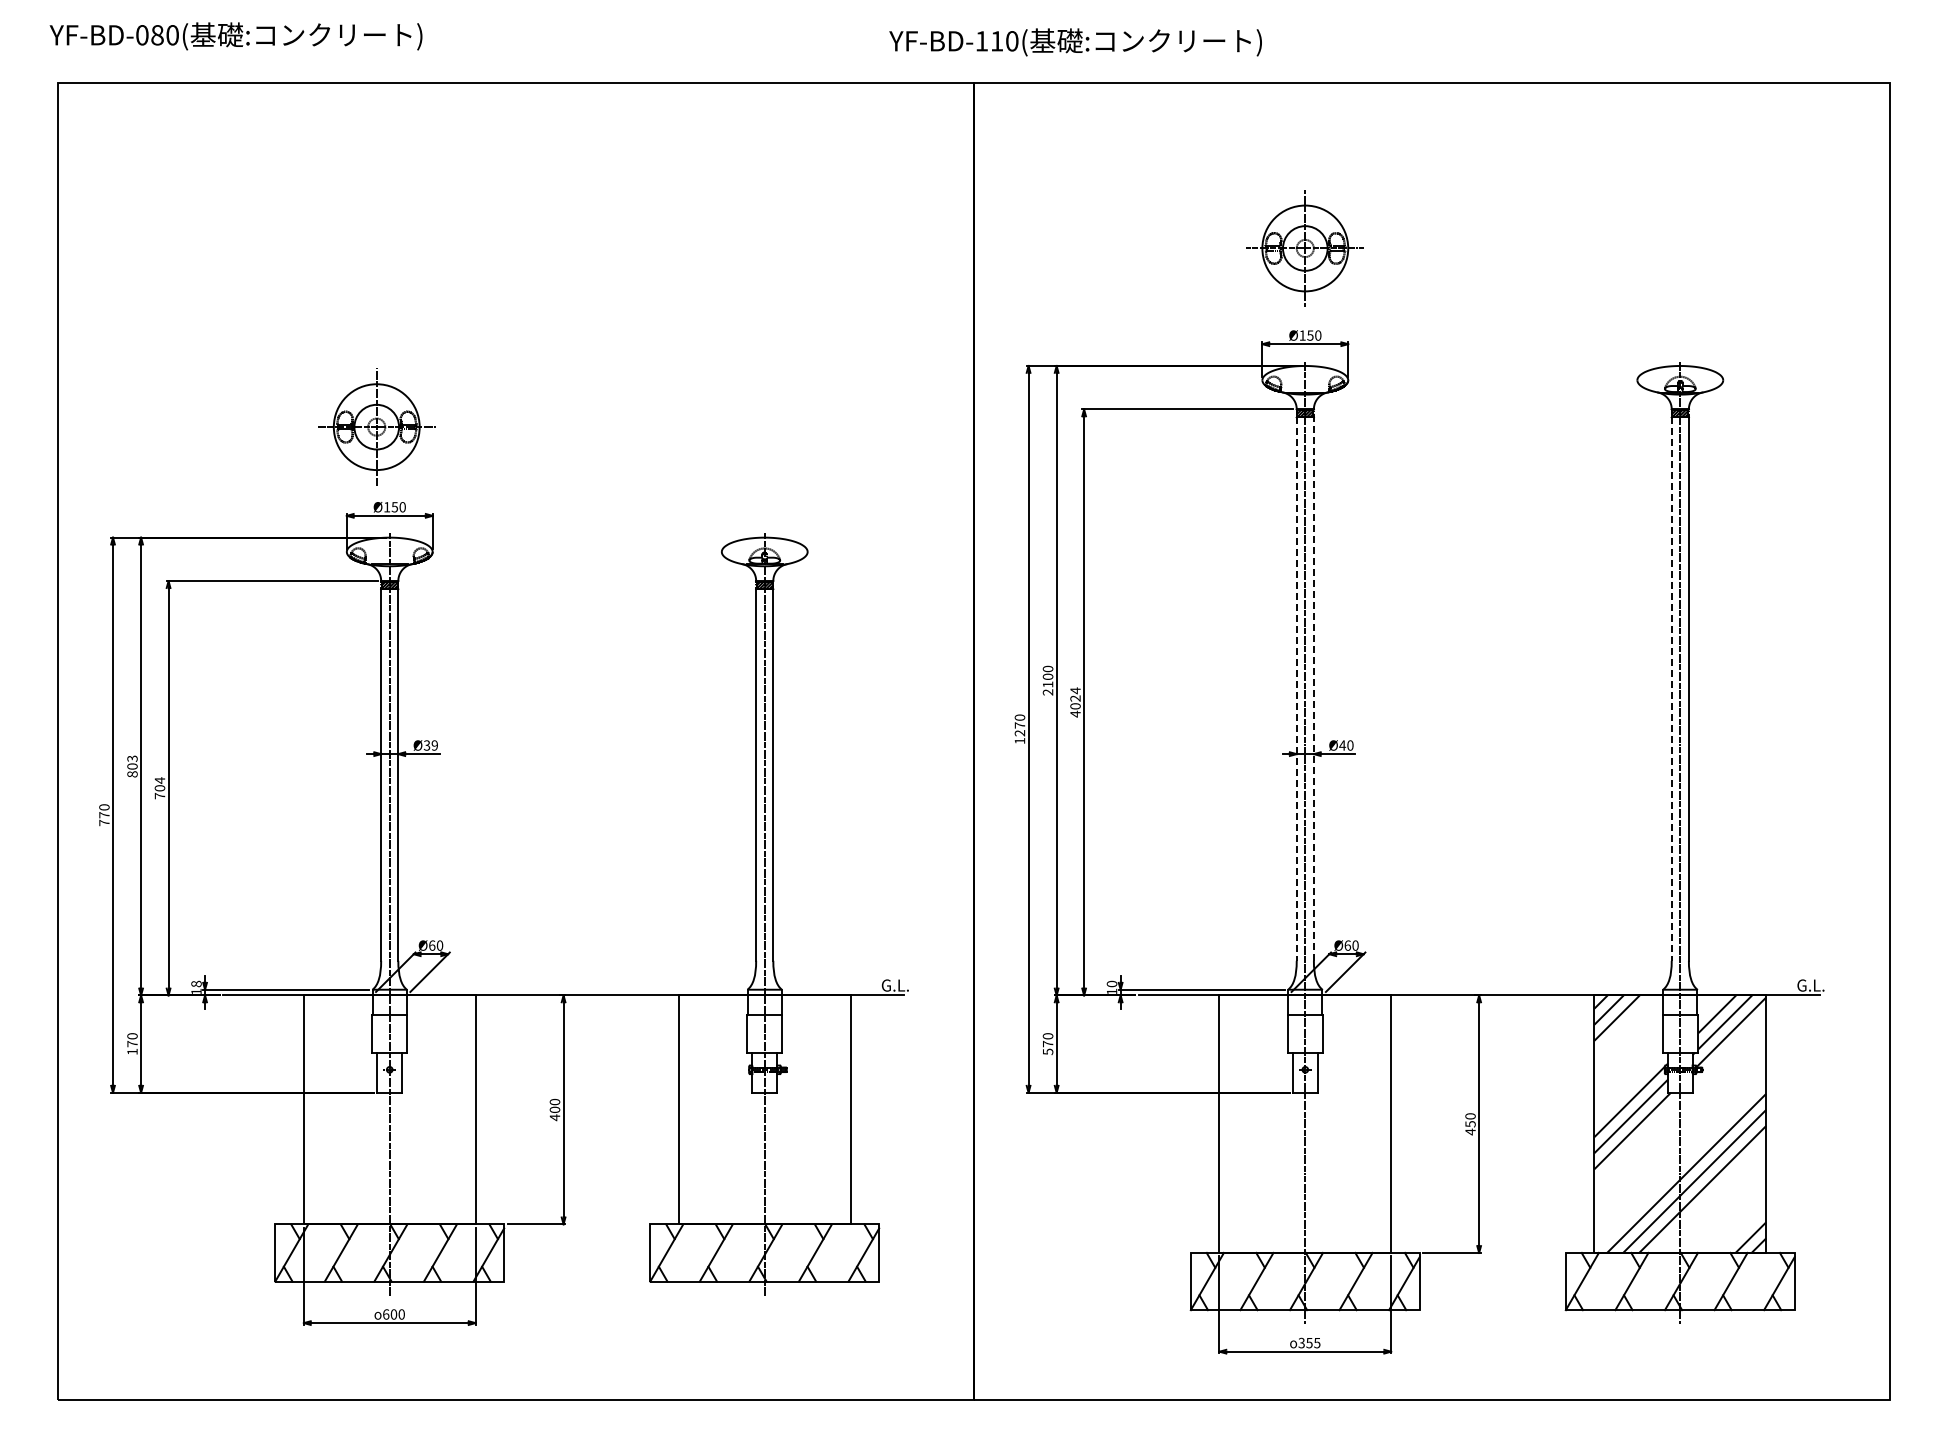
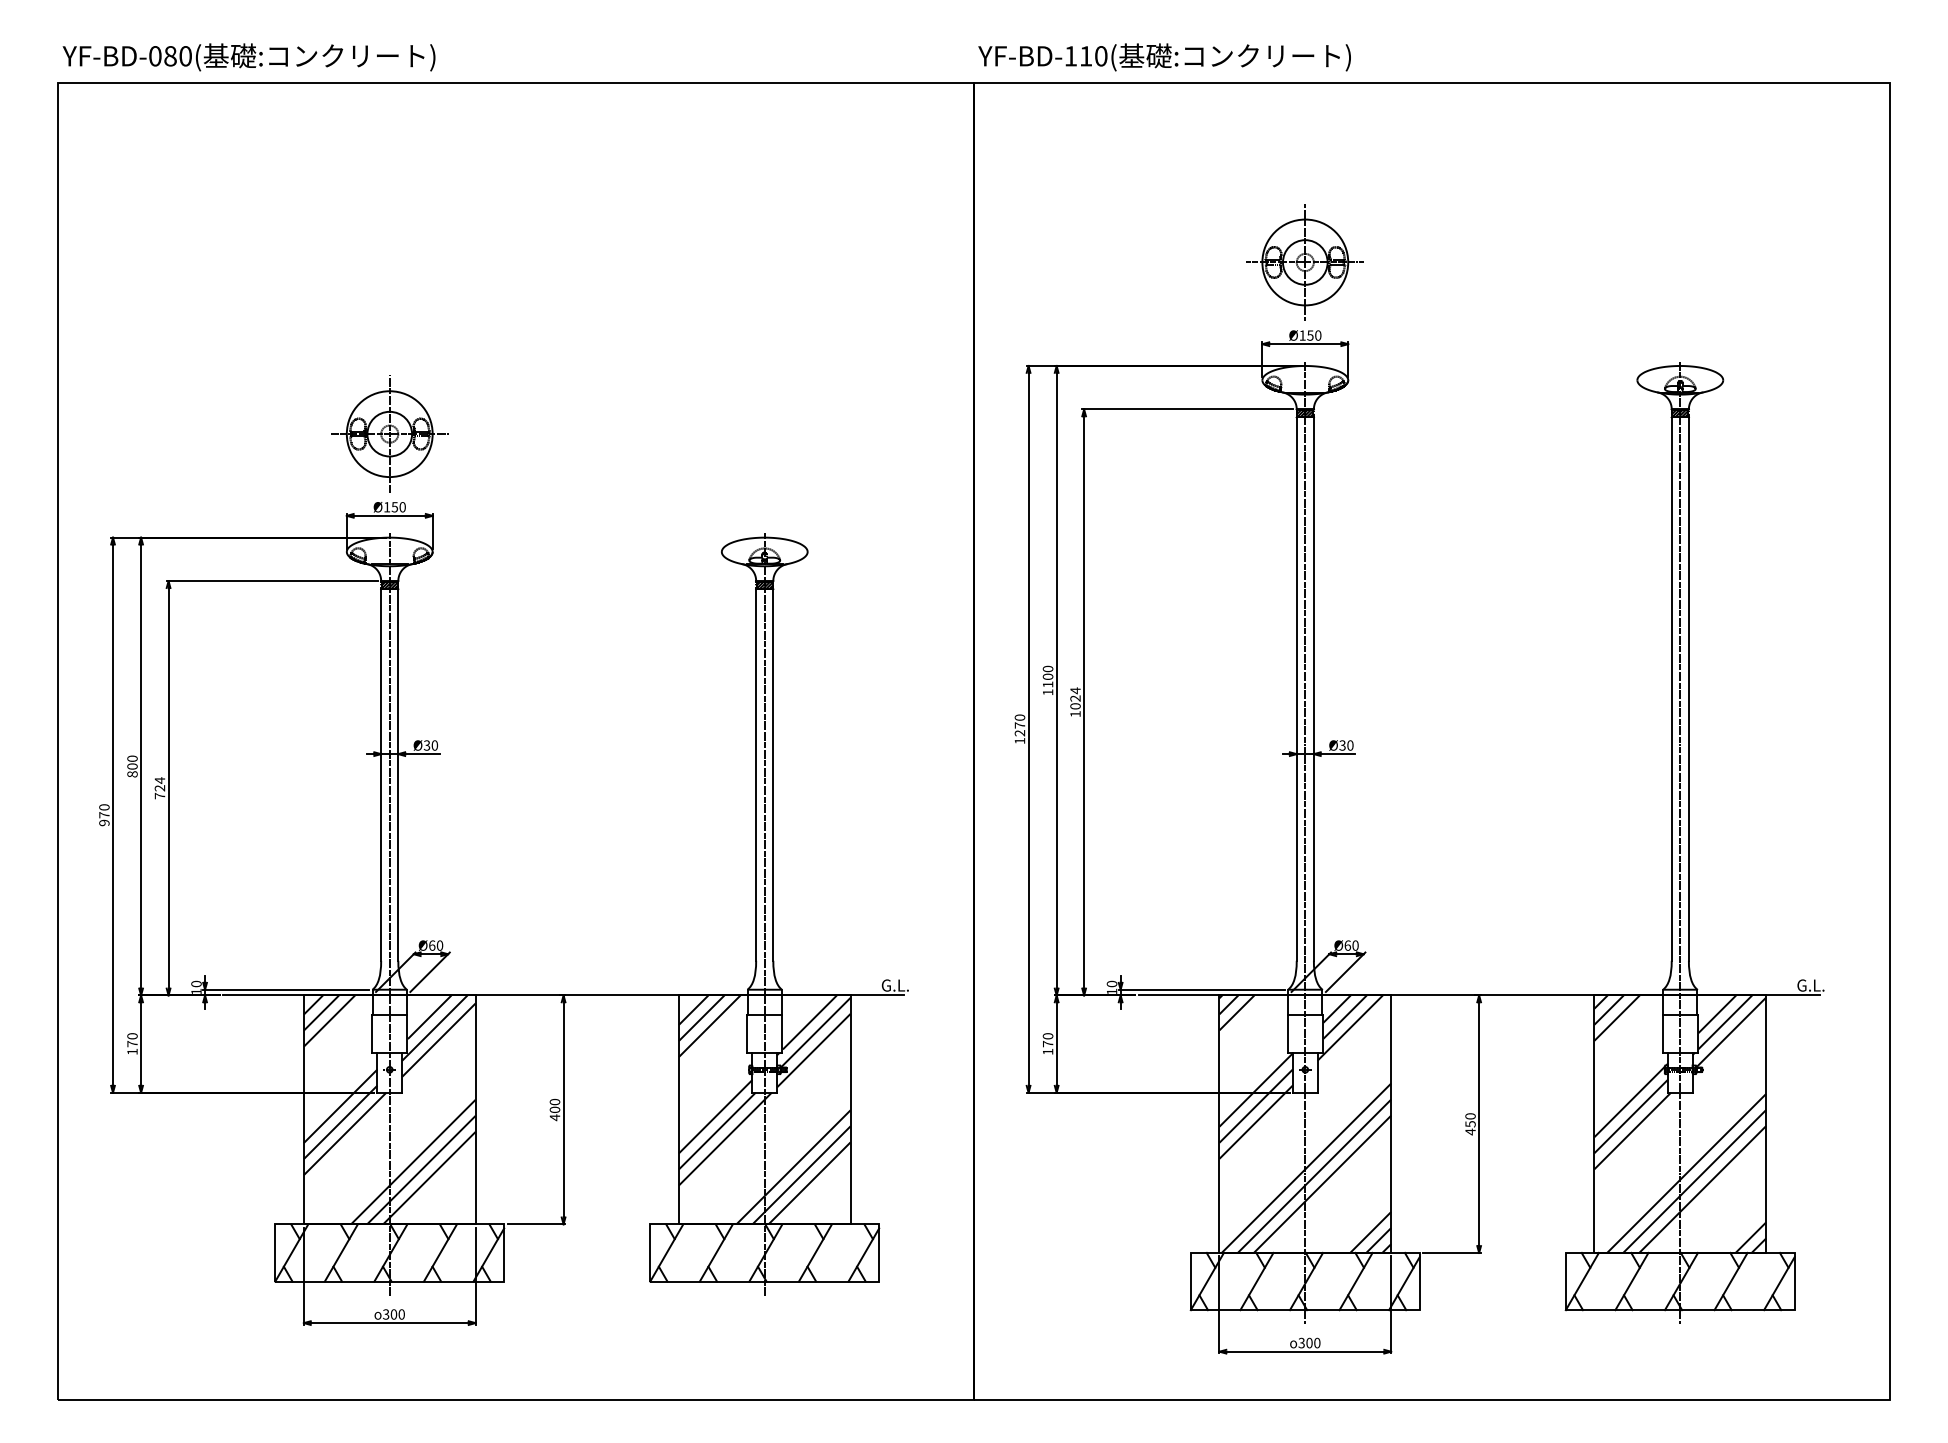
text at (235, 36) position: (235, 36) -> (248, 57)
text at (1075, 42) position: (1075, 42) -> (1164, 57)
part at (1304, 248) position: (1304, 248) -> (1304, 262)
part at (376, 426) position: (376, 426) -> (389, 433)
line at (1296, 689): dashed -> solid
line at (1313, 689): dashed -> solid
line at (1671, 689): dashed -> solid
text at (1047, 692): 2100 -> 1100
text at (1075, 713): 4024 -> 1024
text at (434, 745): Ø39 -> Ø30
text at (1342, 745): Ø40 -> Ø30
text at (132, 758): 803 -> 800
text at (159, 788): 704 -> 724
text at (104, 822): 770 -> 970
text at (196, 983): 18 -> 10
text at (1048, 1051): 570 -> 170
hatch at (389, 1109): none -> present
hatch at (764, 1109): none -> present
hatch at (1305, 1123): none -> present
text at (386, 1314): 600 -> 300
text at (1313, 1342): 355 -> 300
